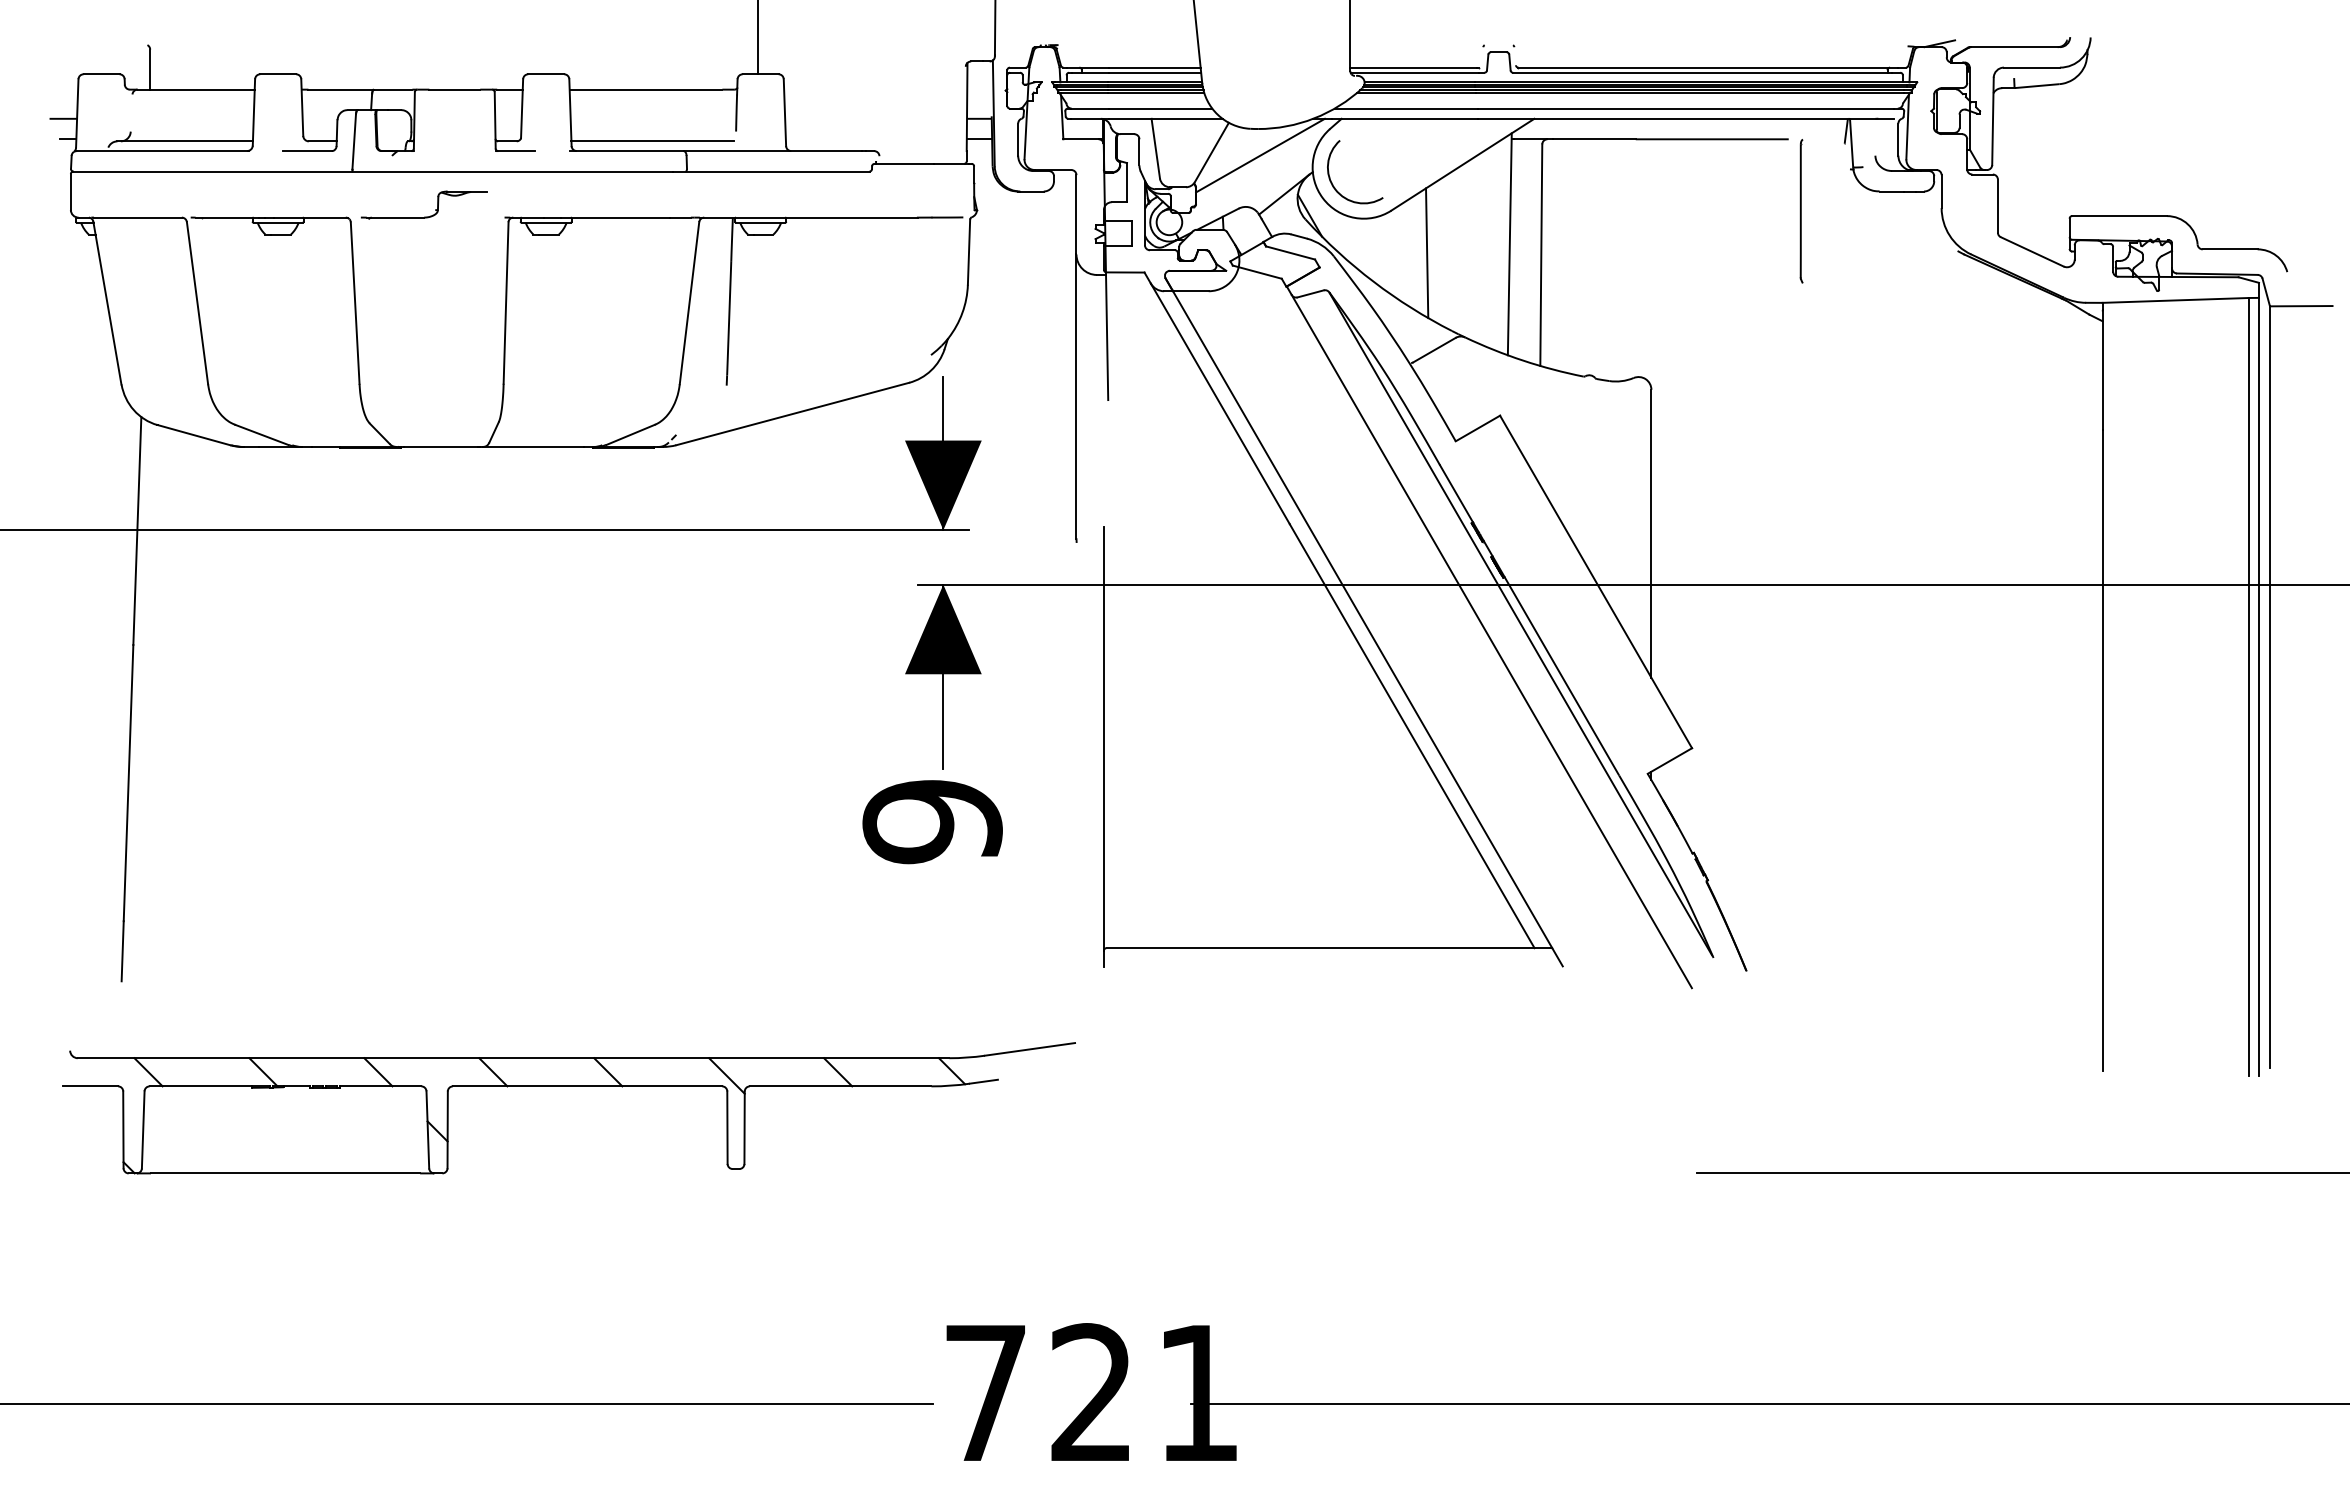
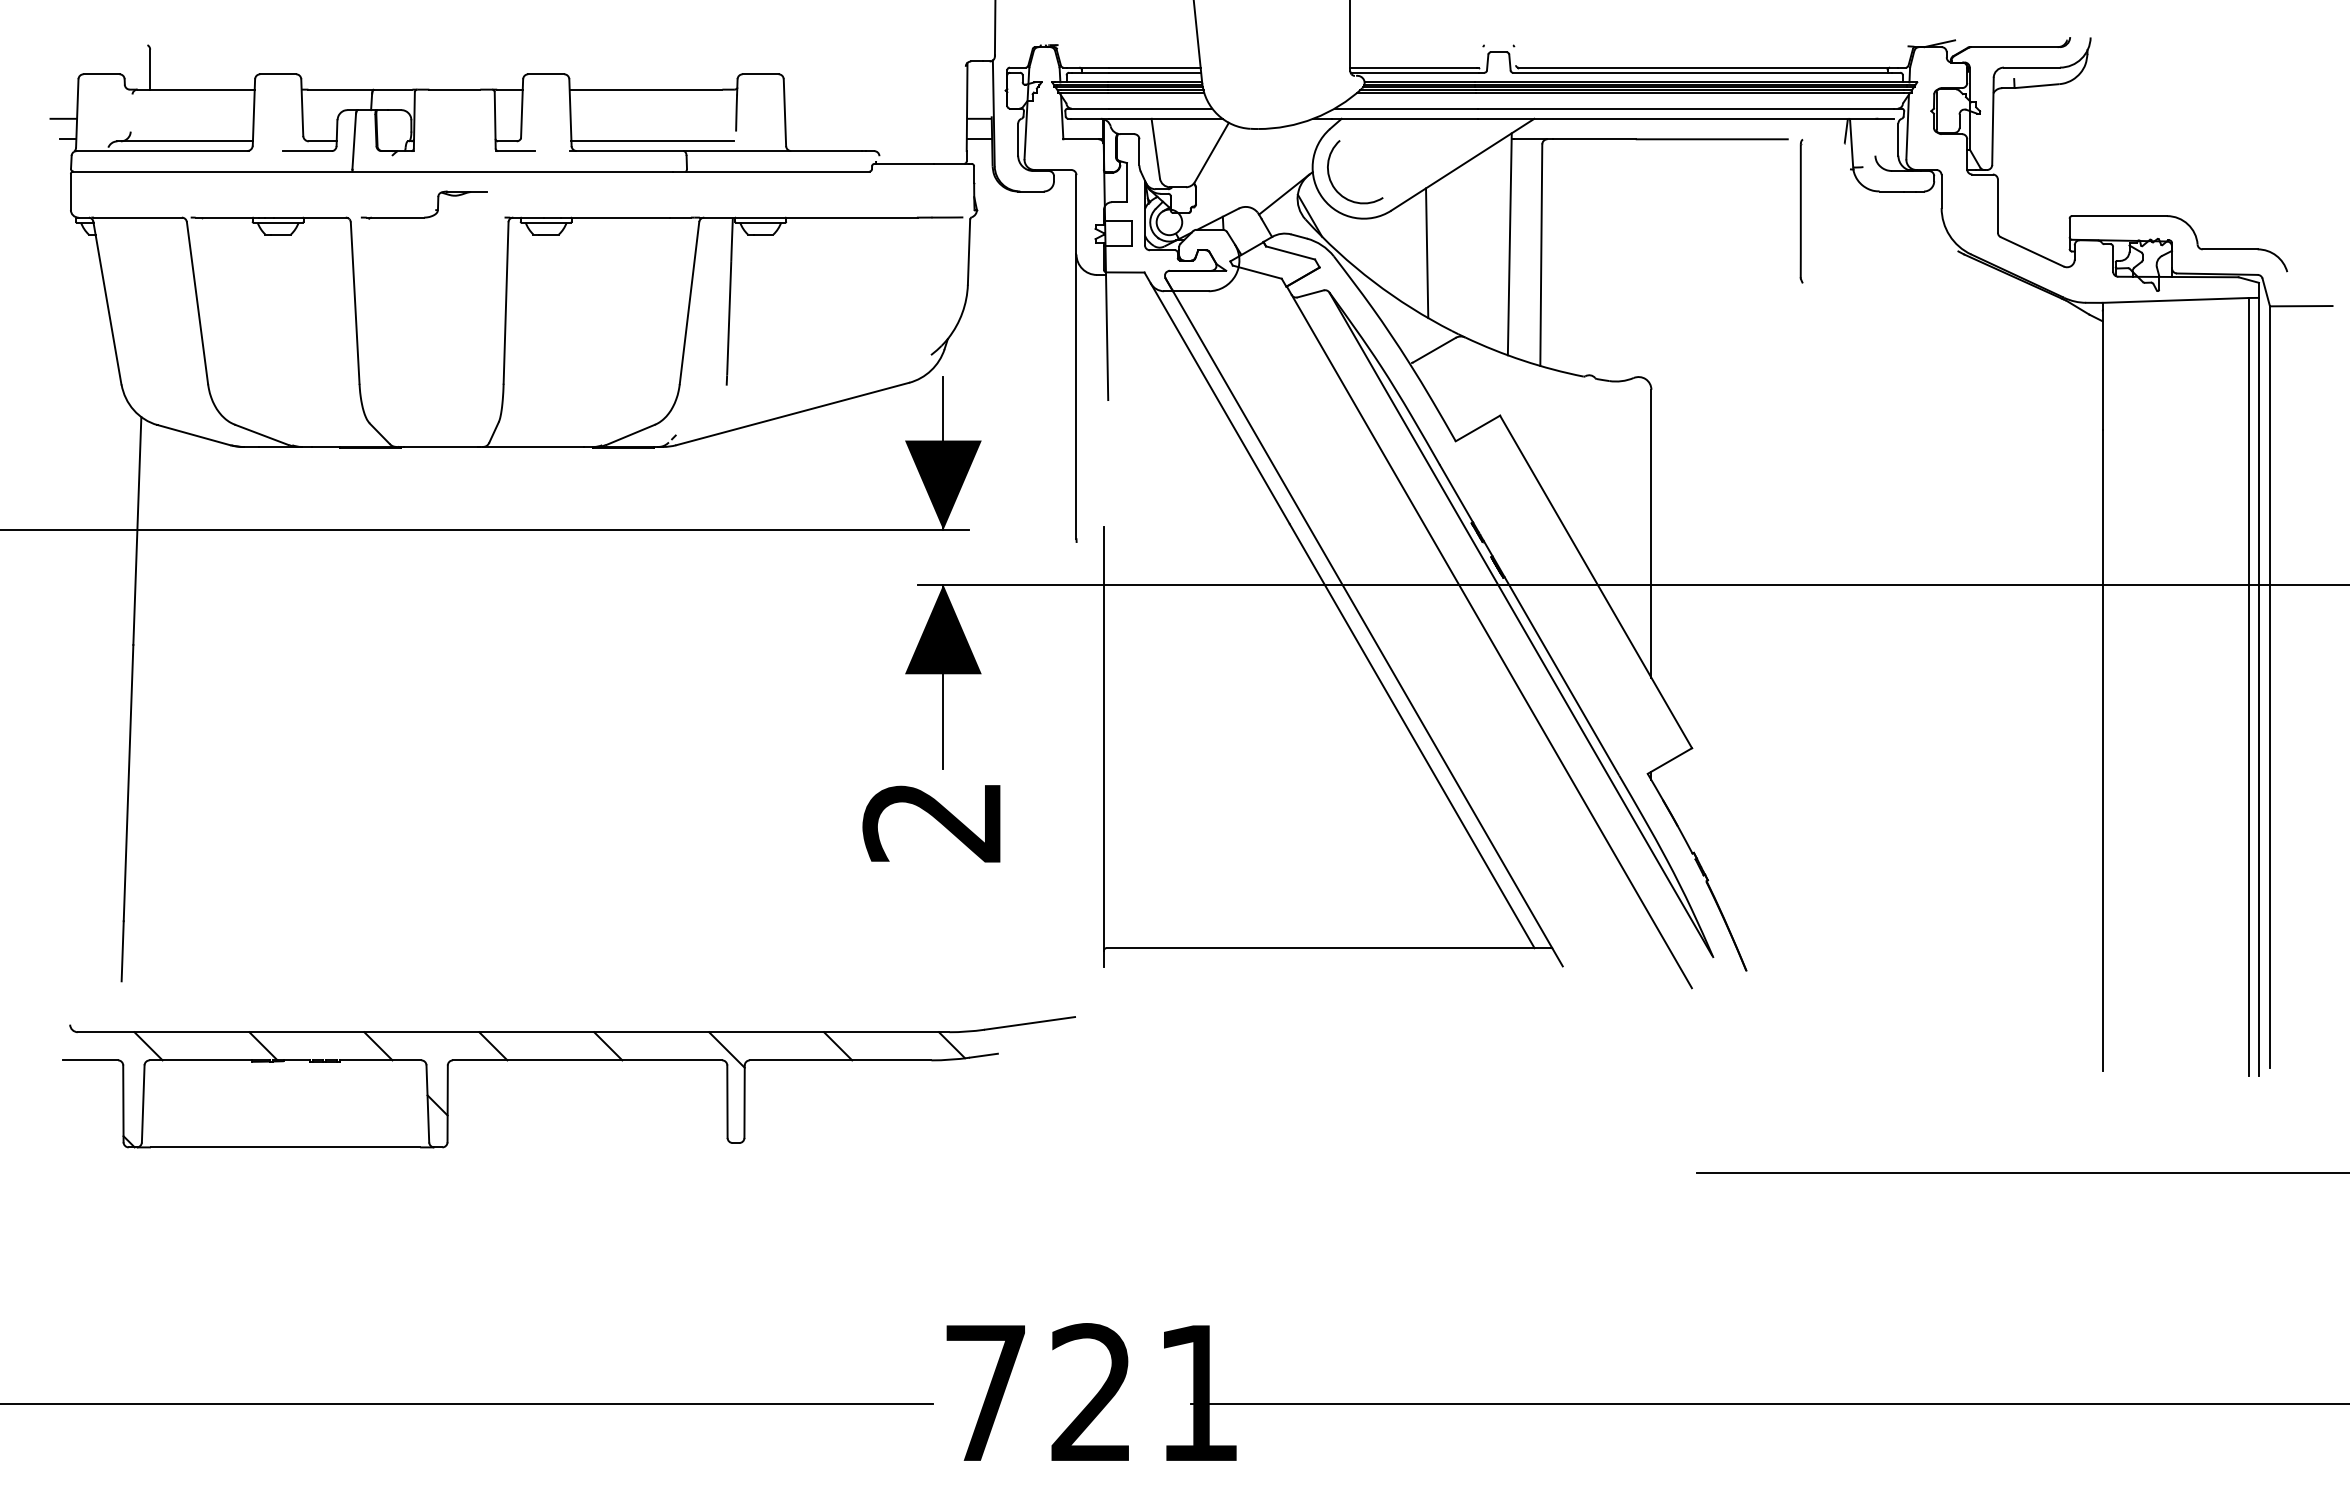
line at (757, 38): present -> none
line at (1260, 155): present -> none
text at (932, 822): 9 -> 2
part at (568, 1086) position: (568, 1086) -> (568, 1060)
